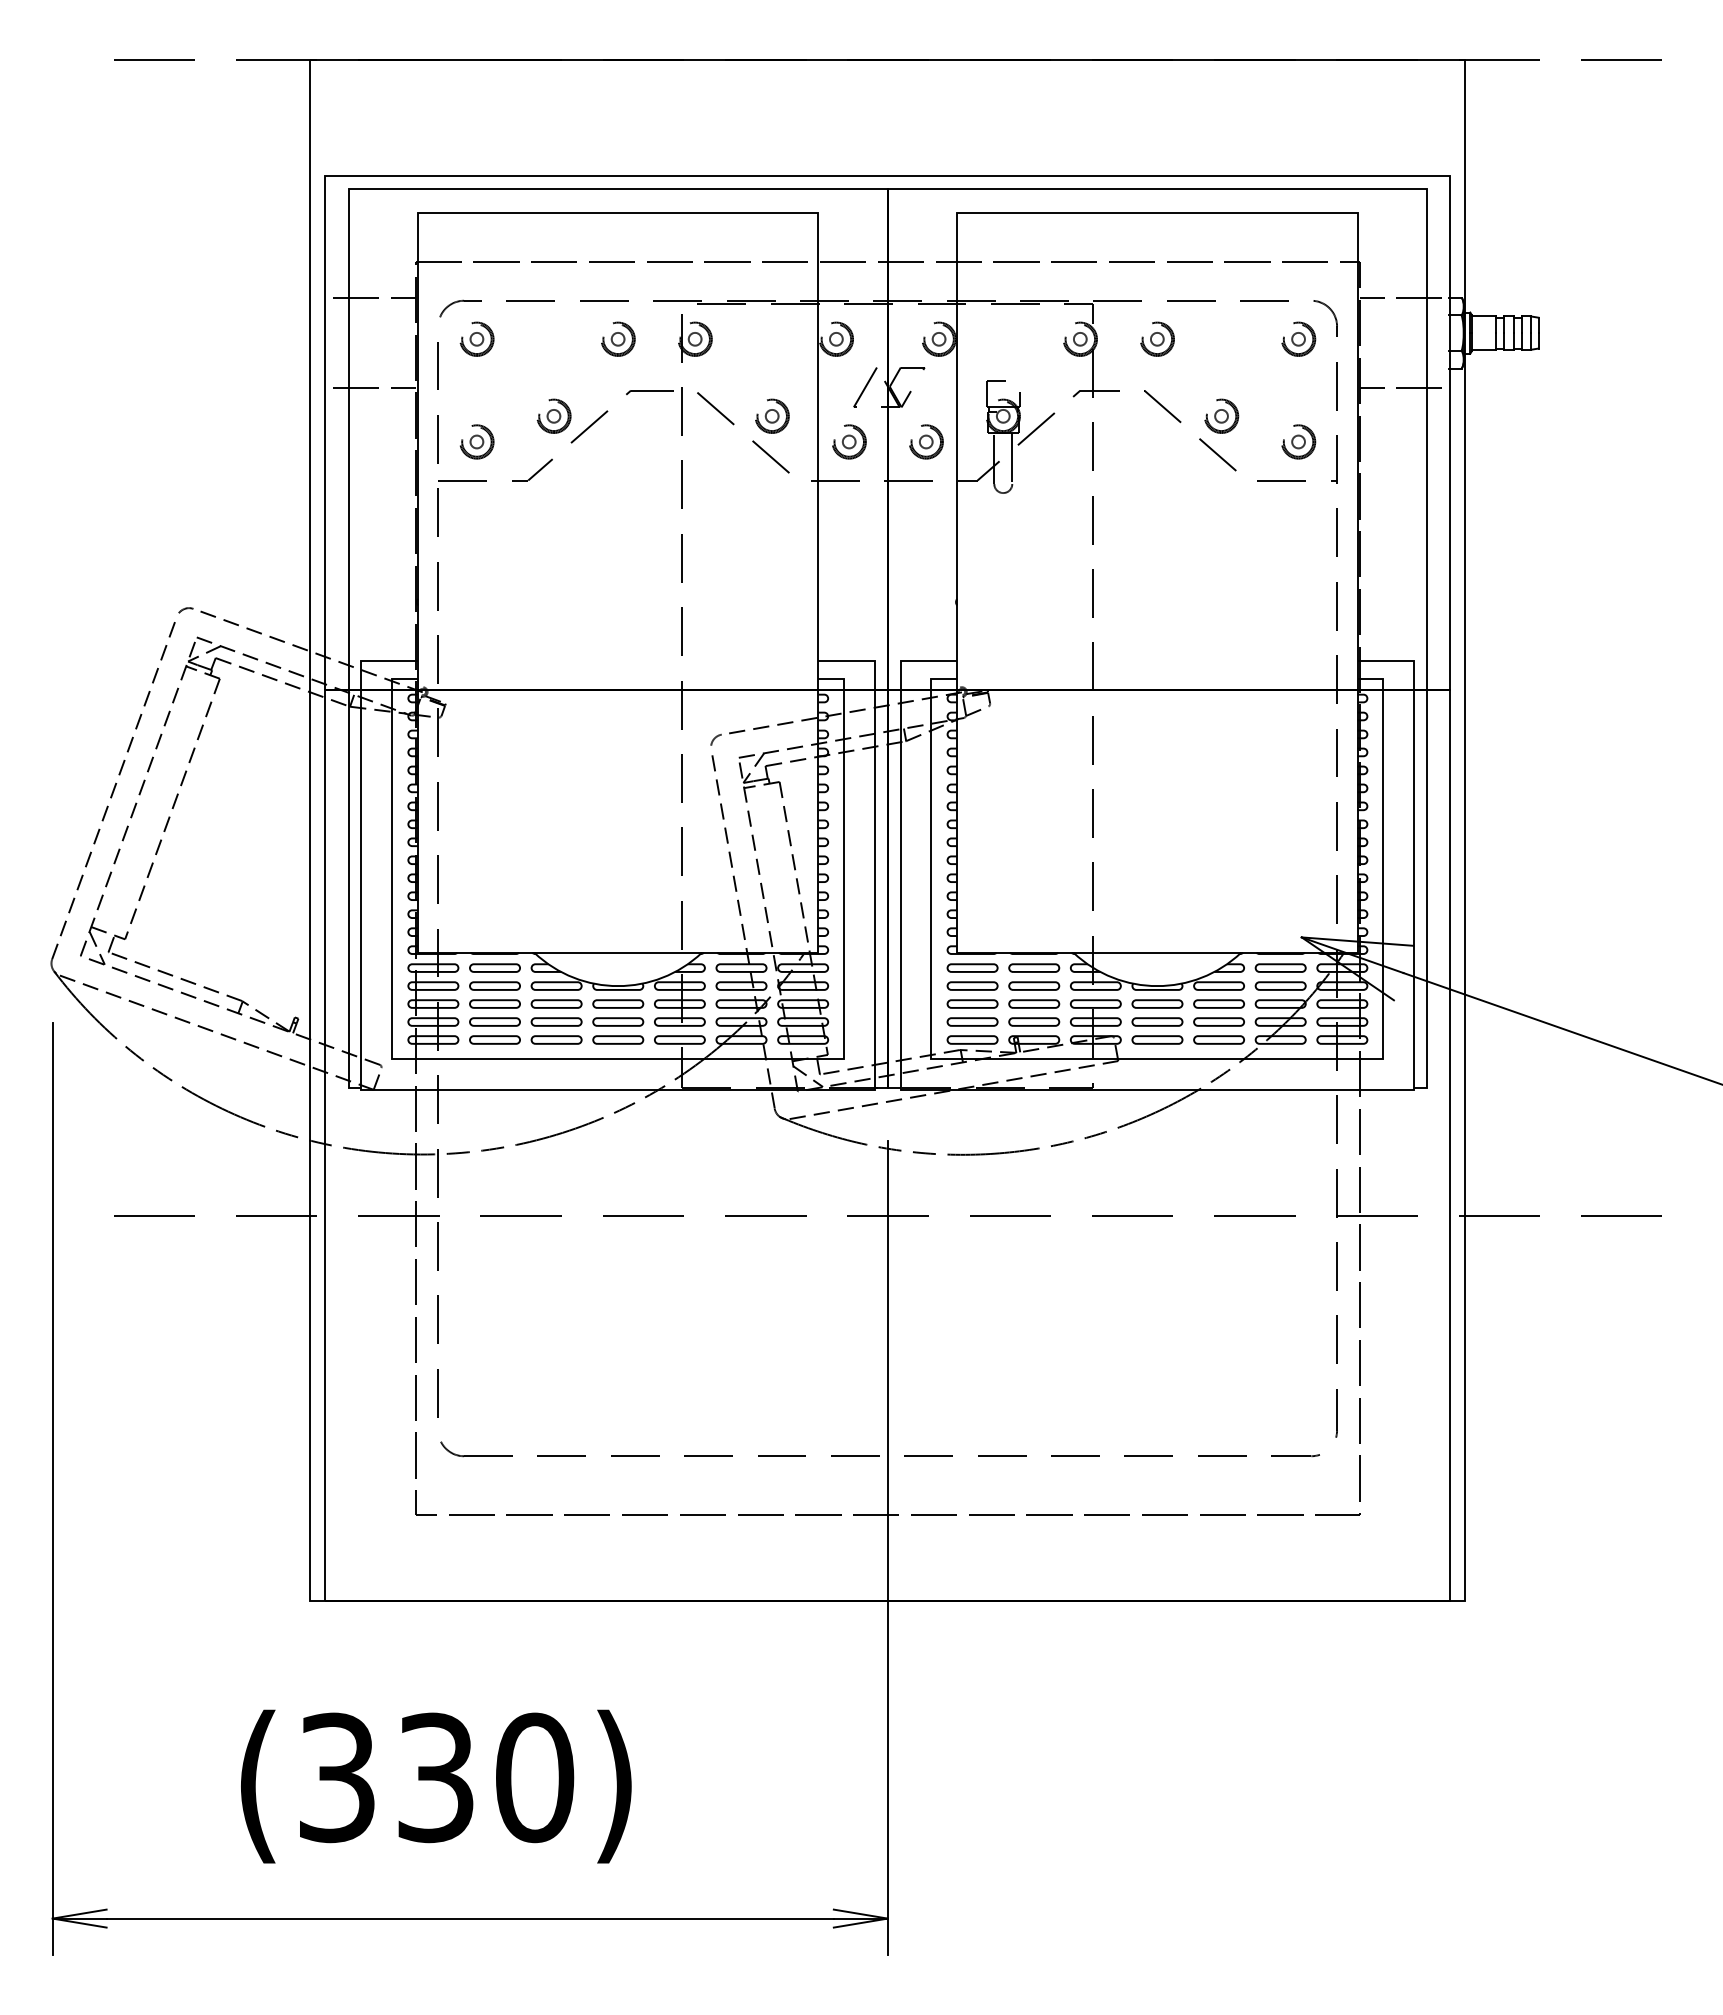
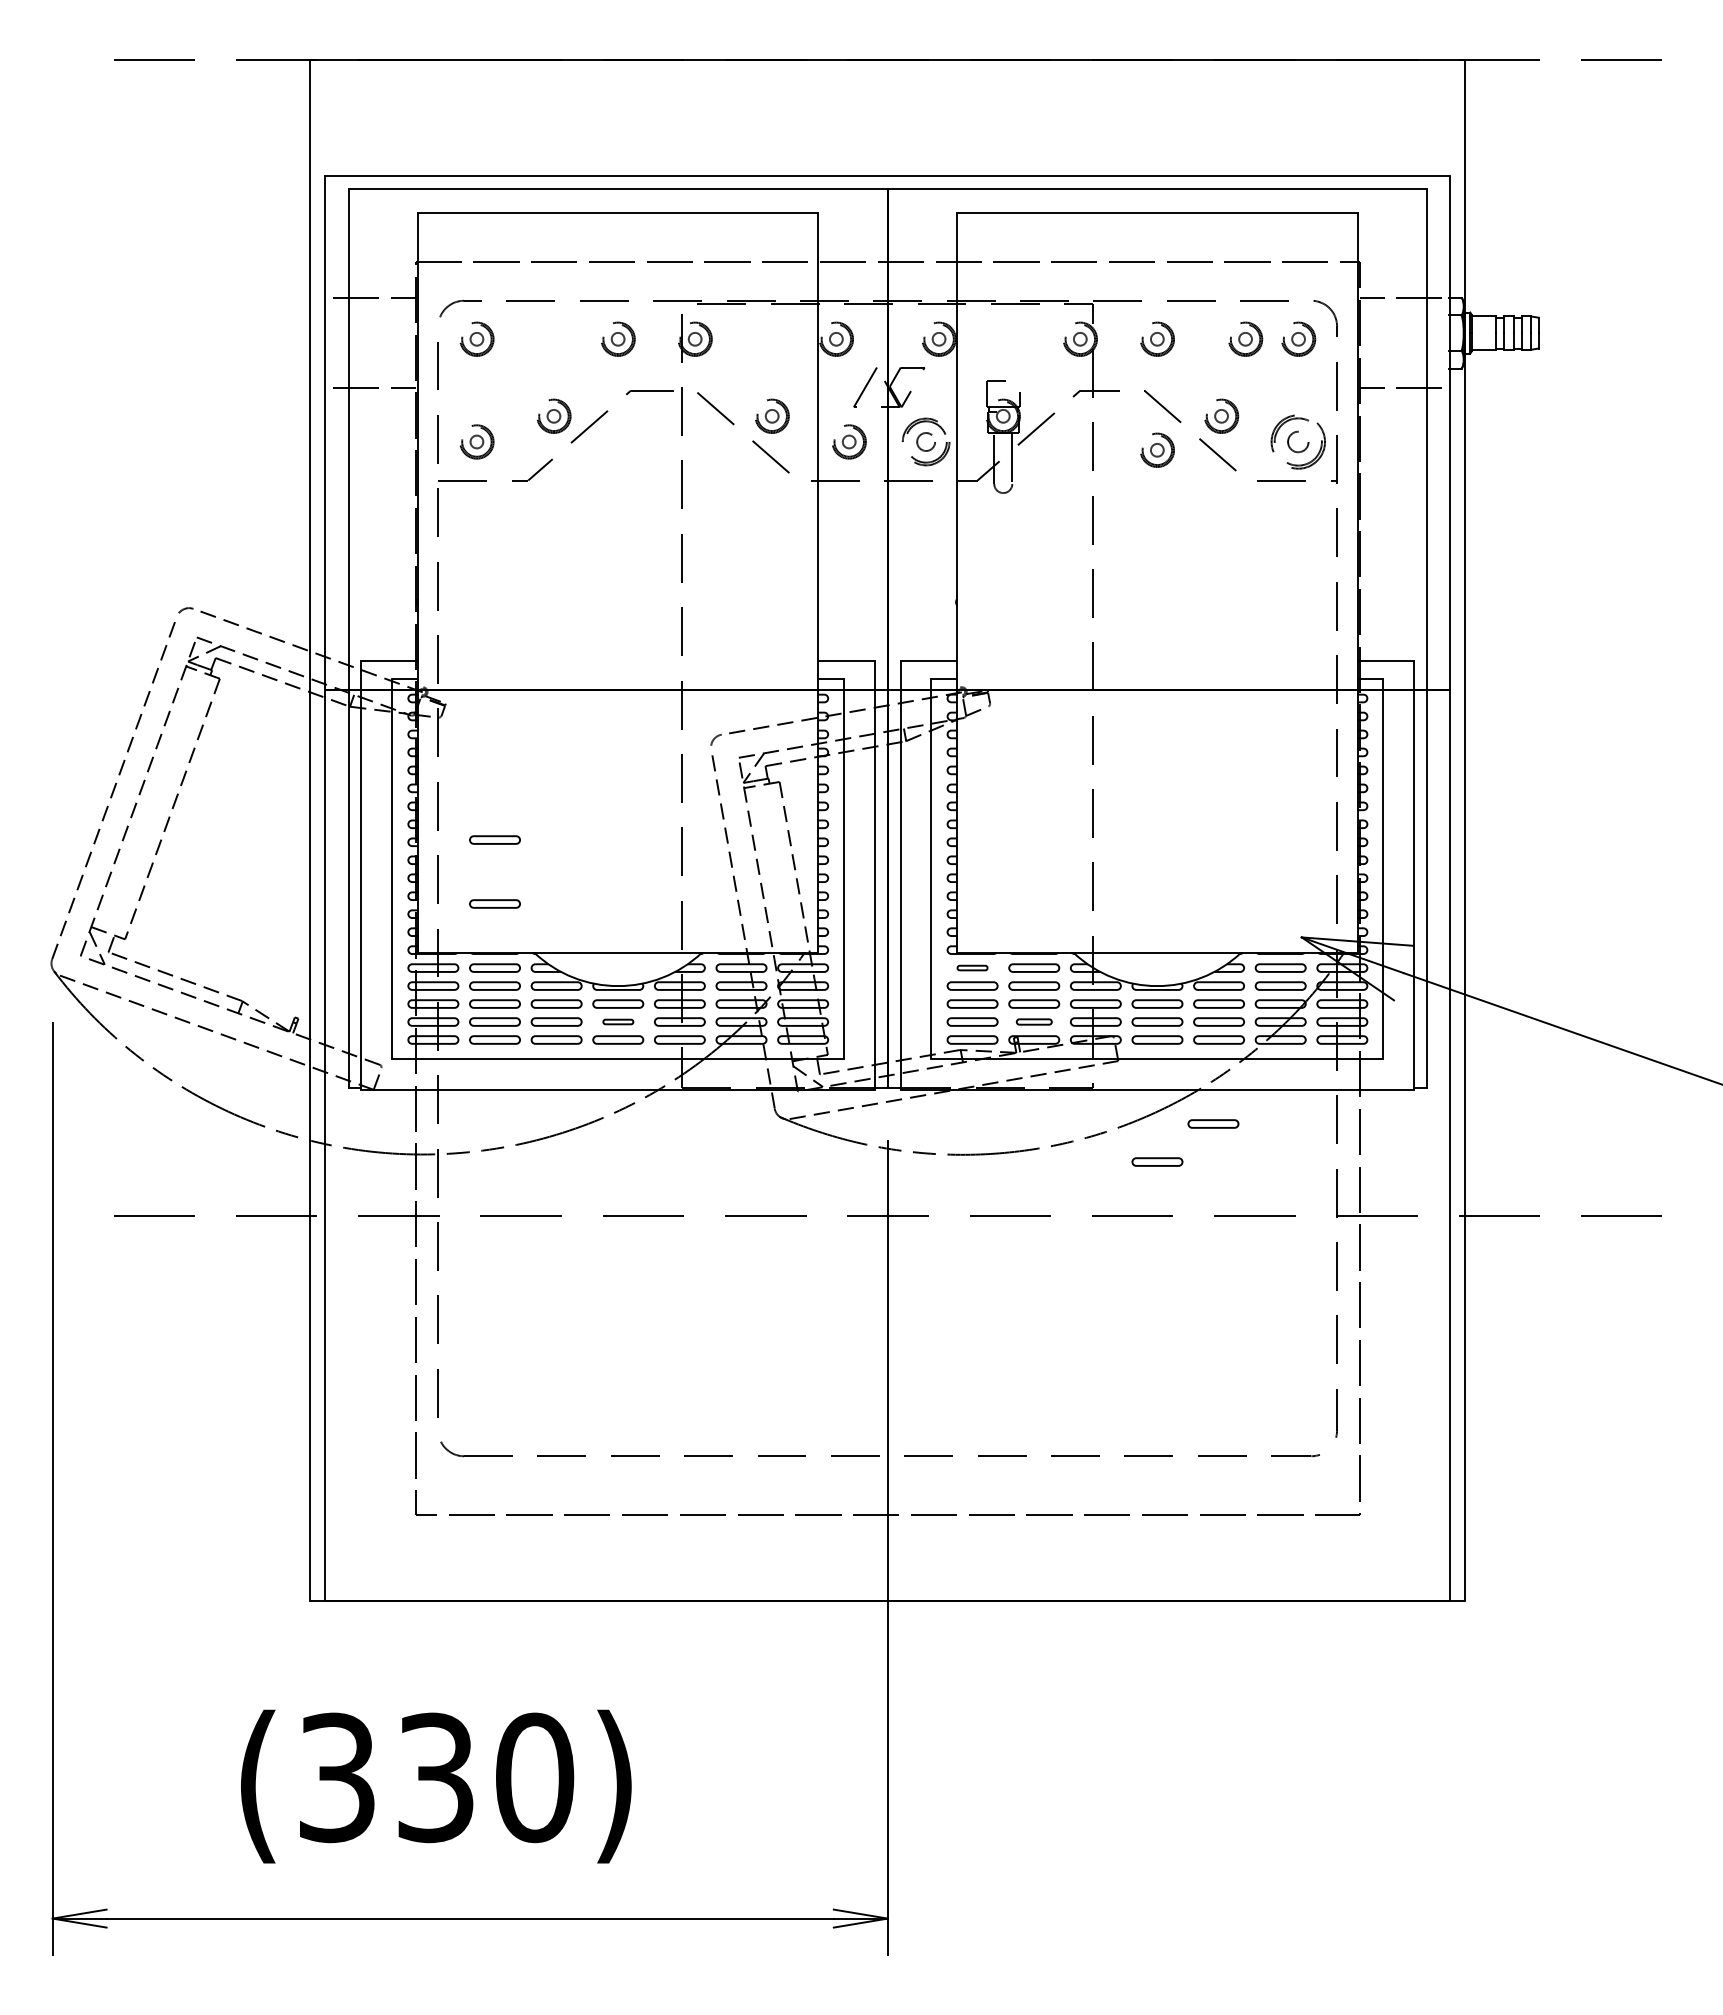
part at (1245, 338): none -> present
part at (926, 441) size: 35x36 px -> 50x50 px
part at (1298, 441) size: 36x36 px -> 56x56 px
part at (1157, 449): none -> present
part at (494, 839): none -> present
part at (494, 903): none -> present
part at (972, 967) size: 53x10 px -> 33x8 px
part at (618, 1021) size: 53x10 px -> 33x8 px
part at (1034, 1021) size: 53x10 px -> 38x8 px
part at (1213, 1123): none -> present
part at (1157, 1161): none -> present
